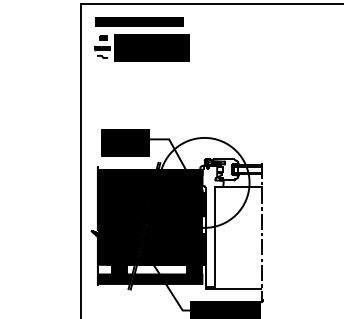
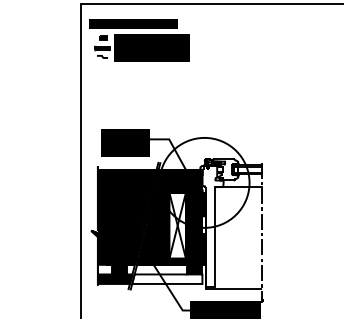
text at (139, 21) position: (139, 21) -> (133, 23)
fill at (177, 225): present -> none
fill at (167, 278): present -> none
